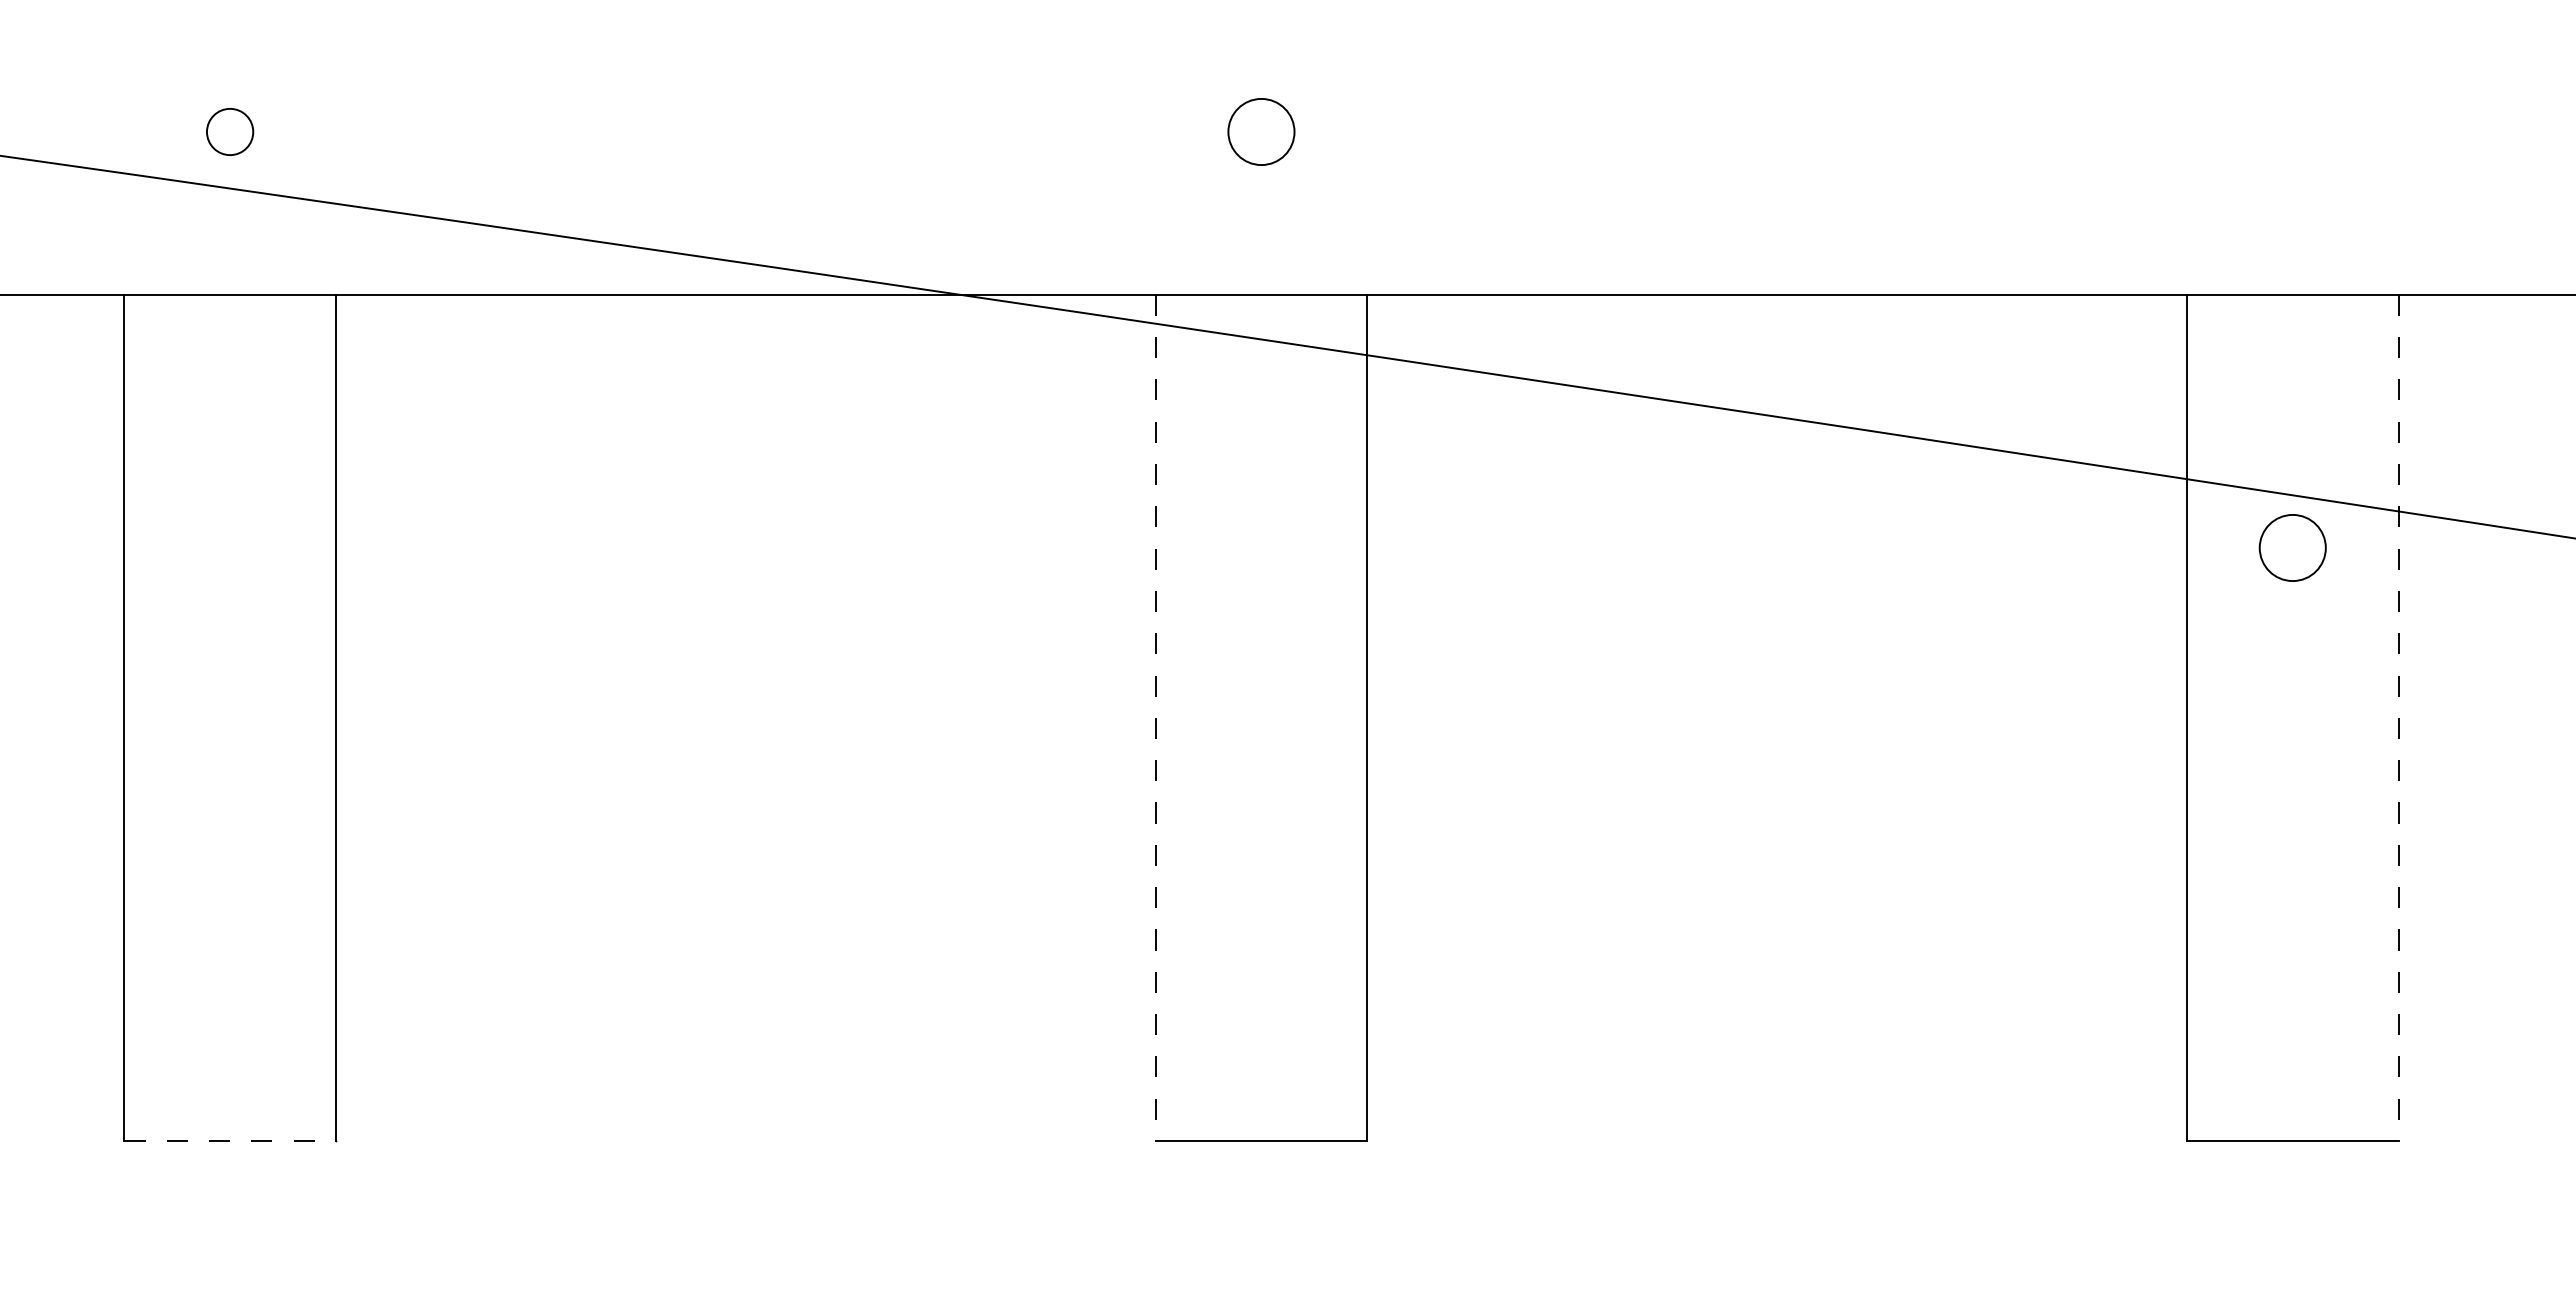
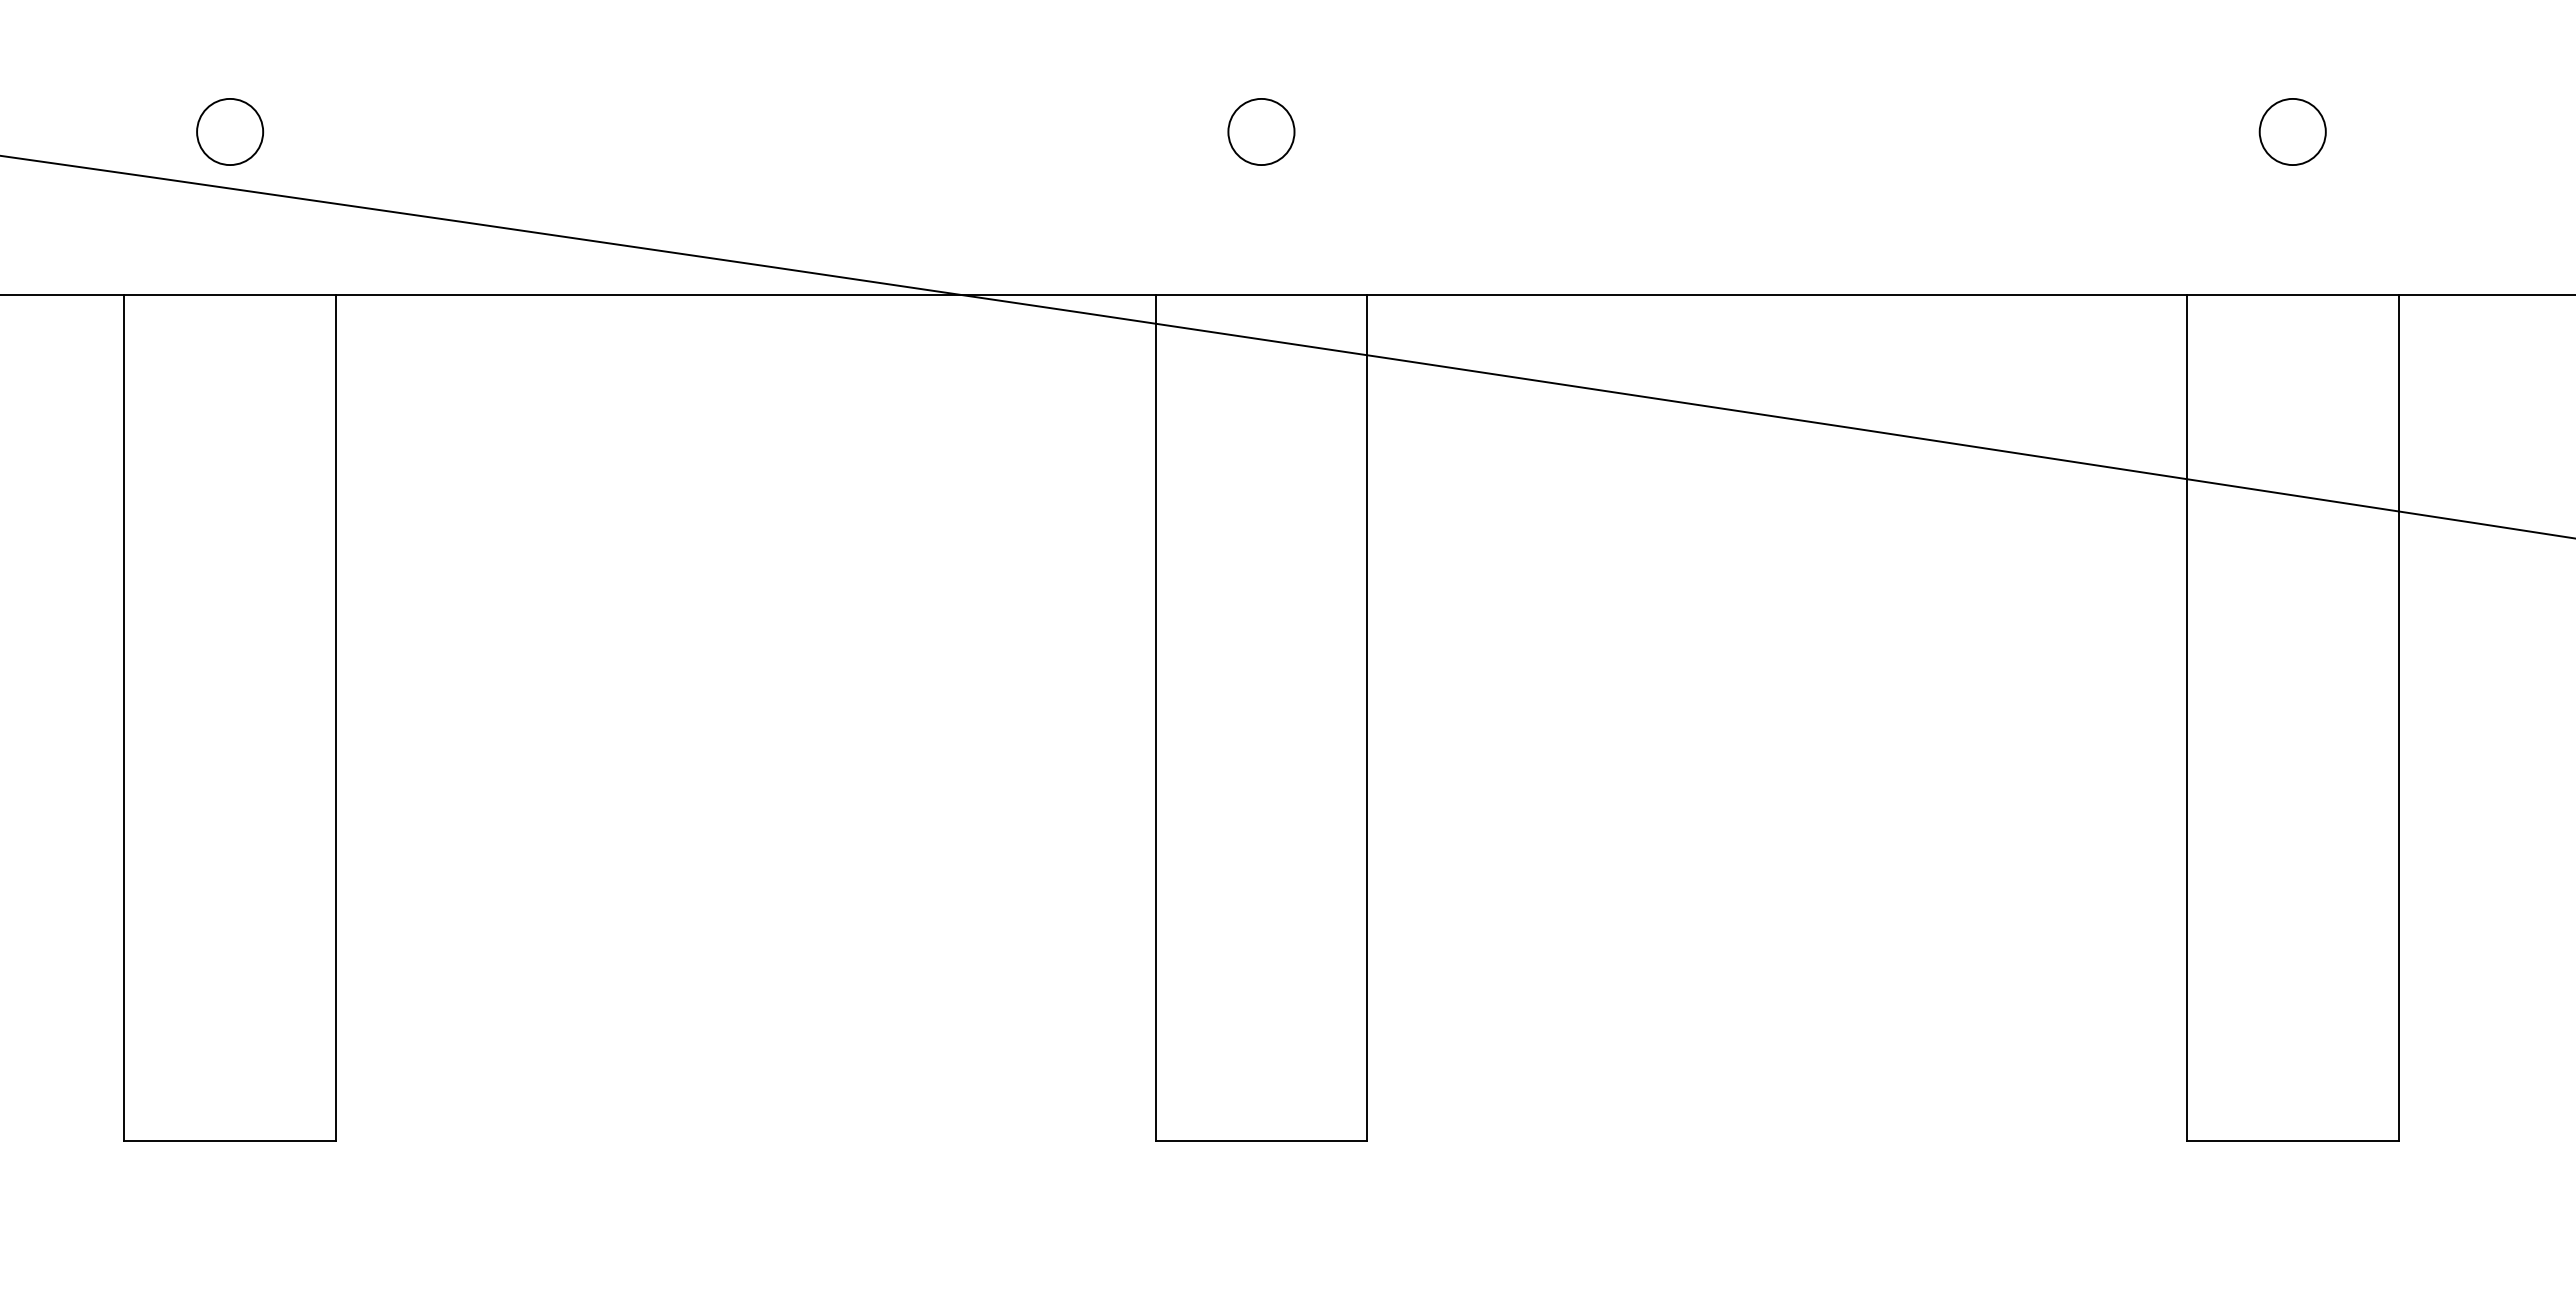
circle at (230, 131) diameter: 46 px -> 66 px
circle at (2292, 547) position: (2292, 547) -> (2292, 131)
line at (1155, 718): dashed -> solid
line at (2398, 718): dashed -> solid
line at (230, 1140): dashed -> solid
